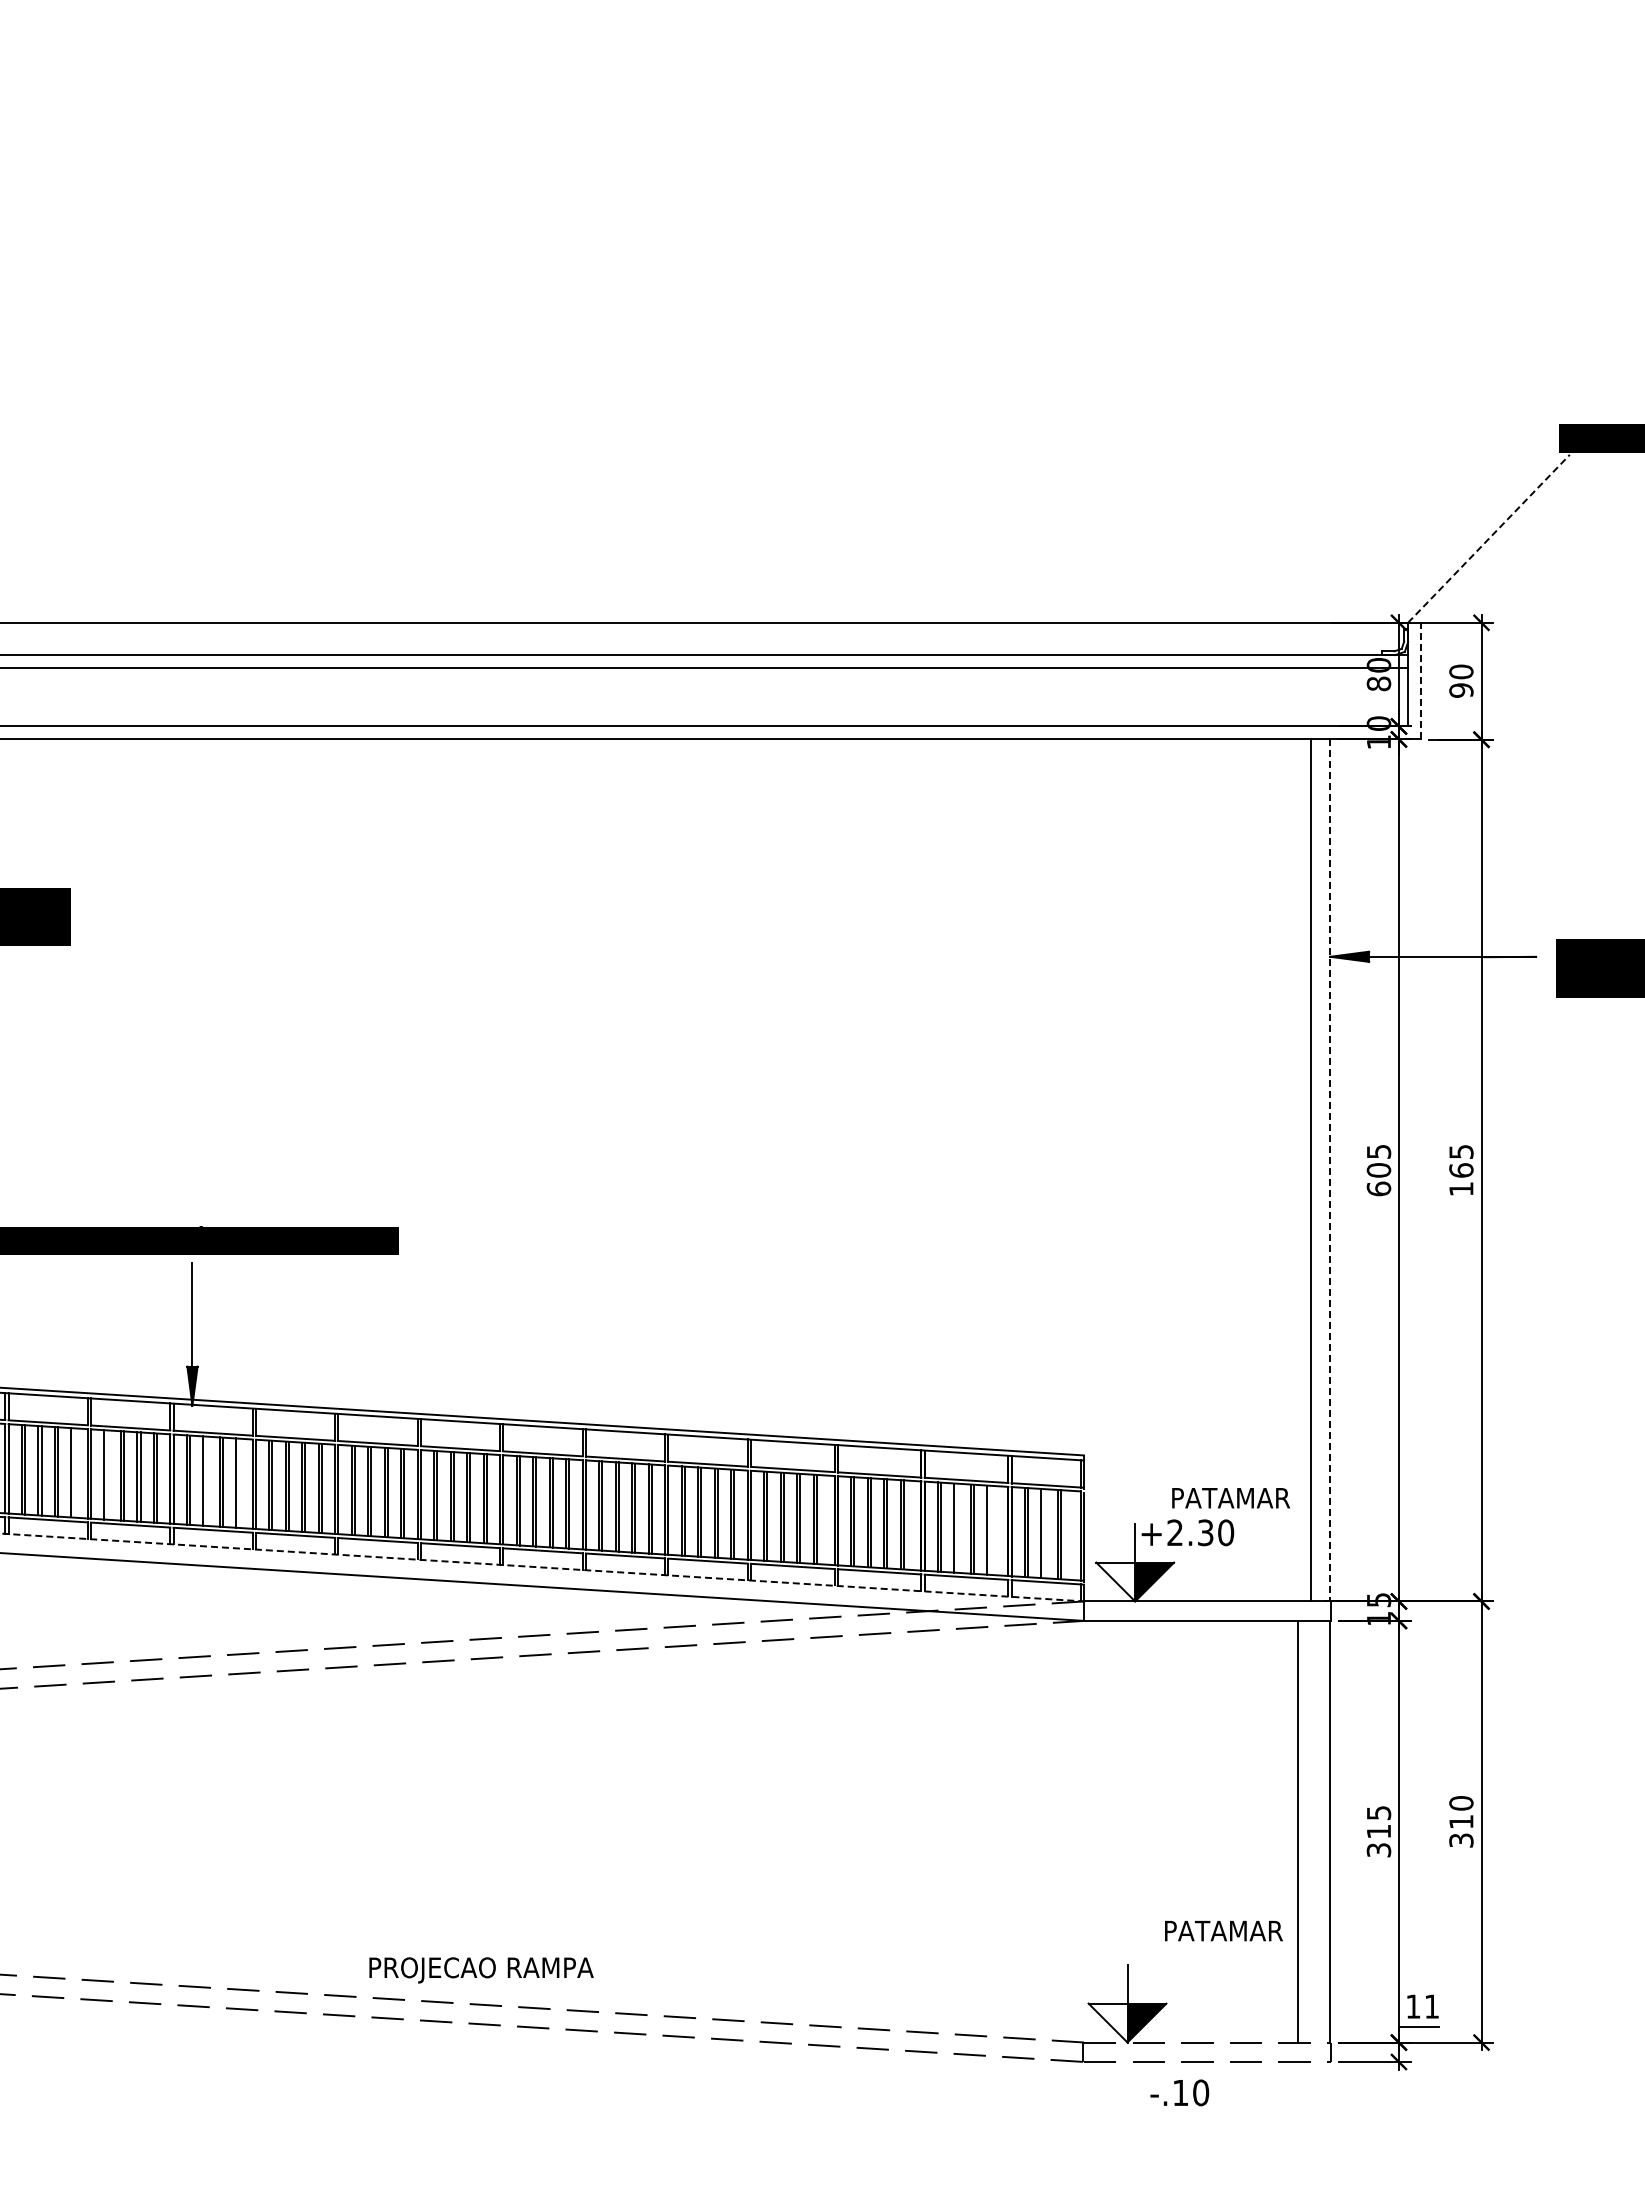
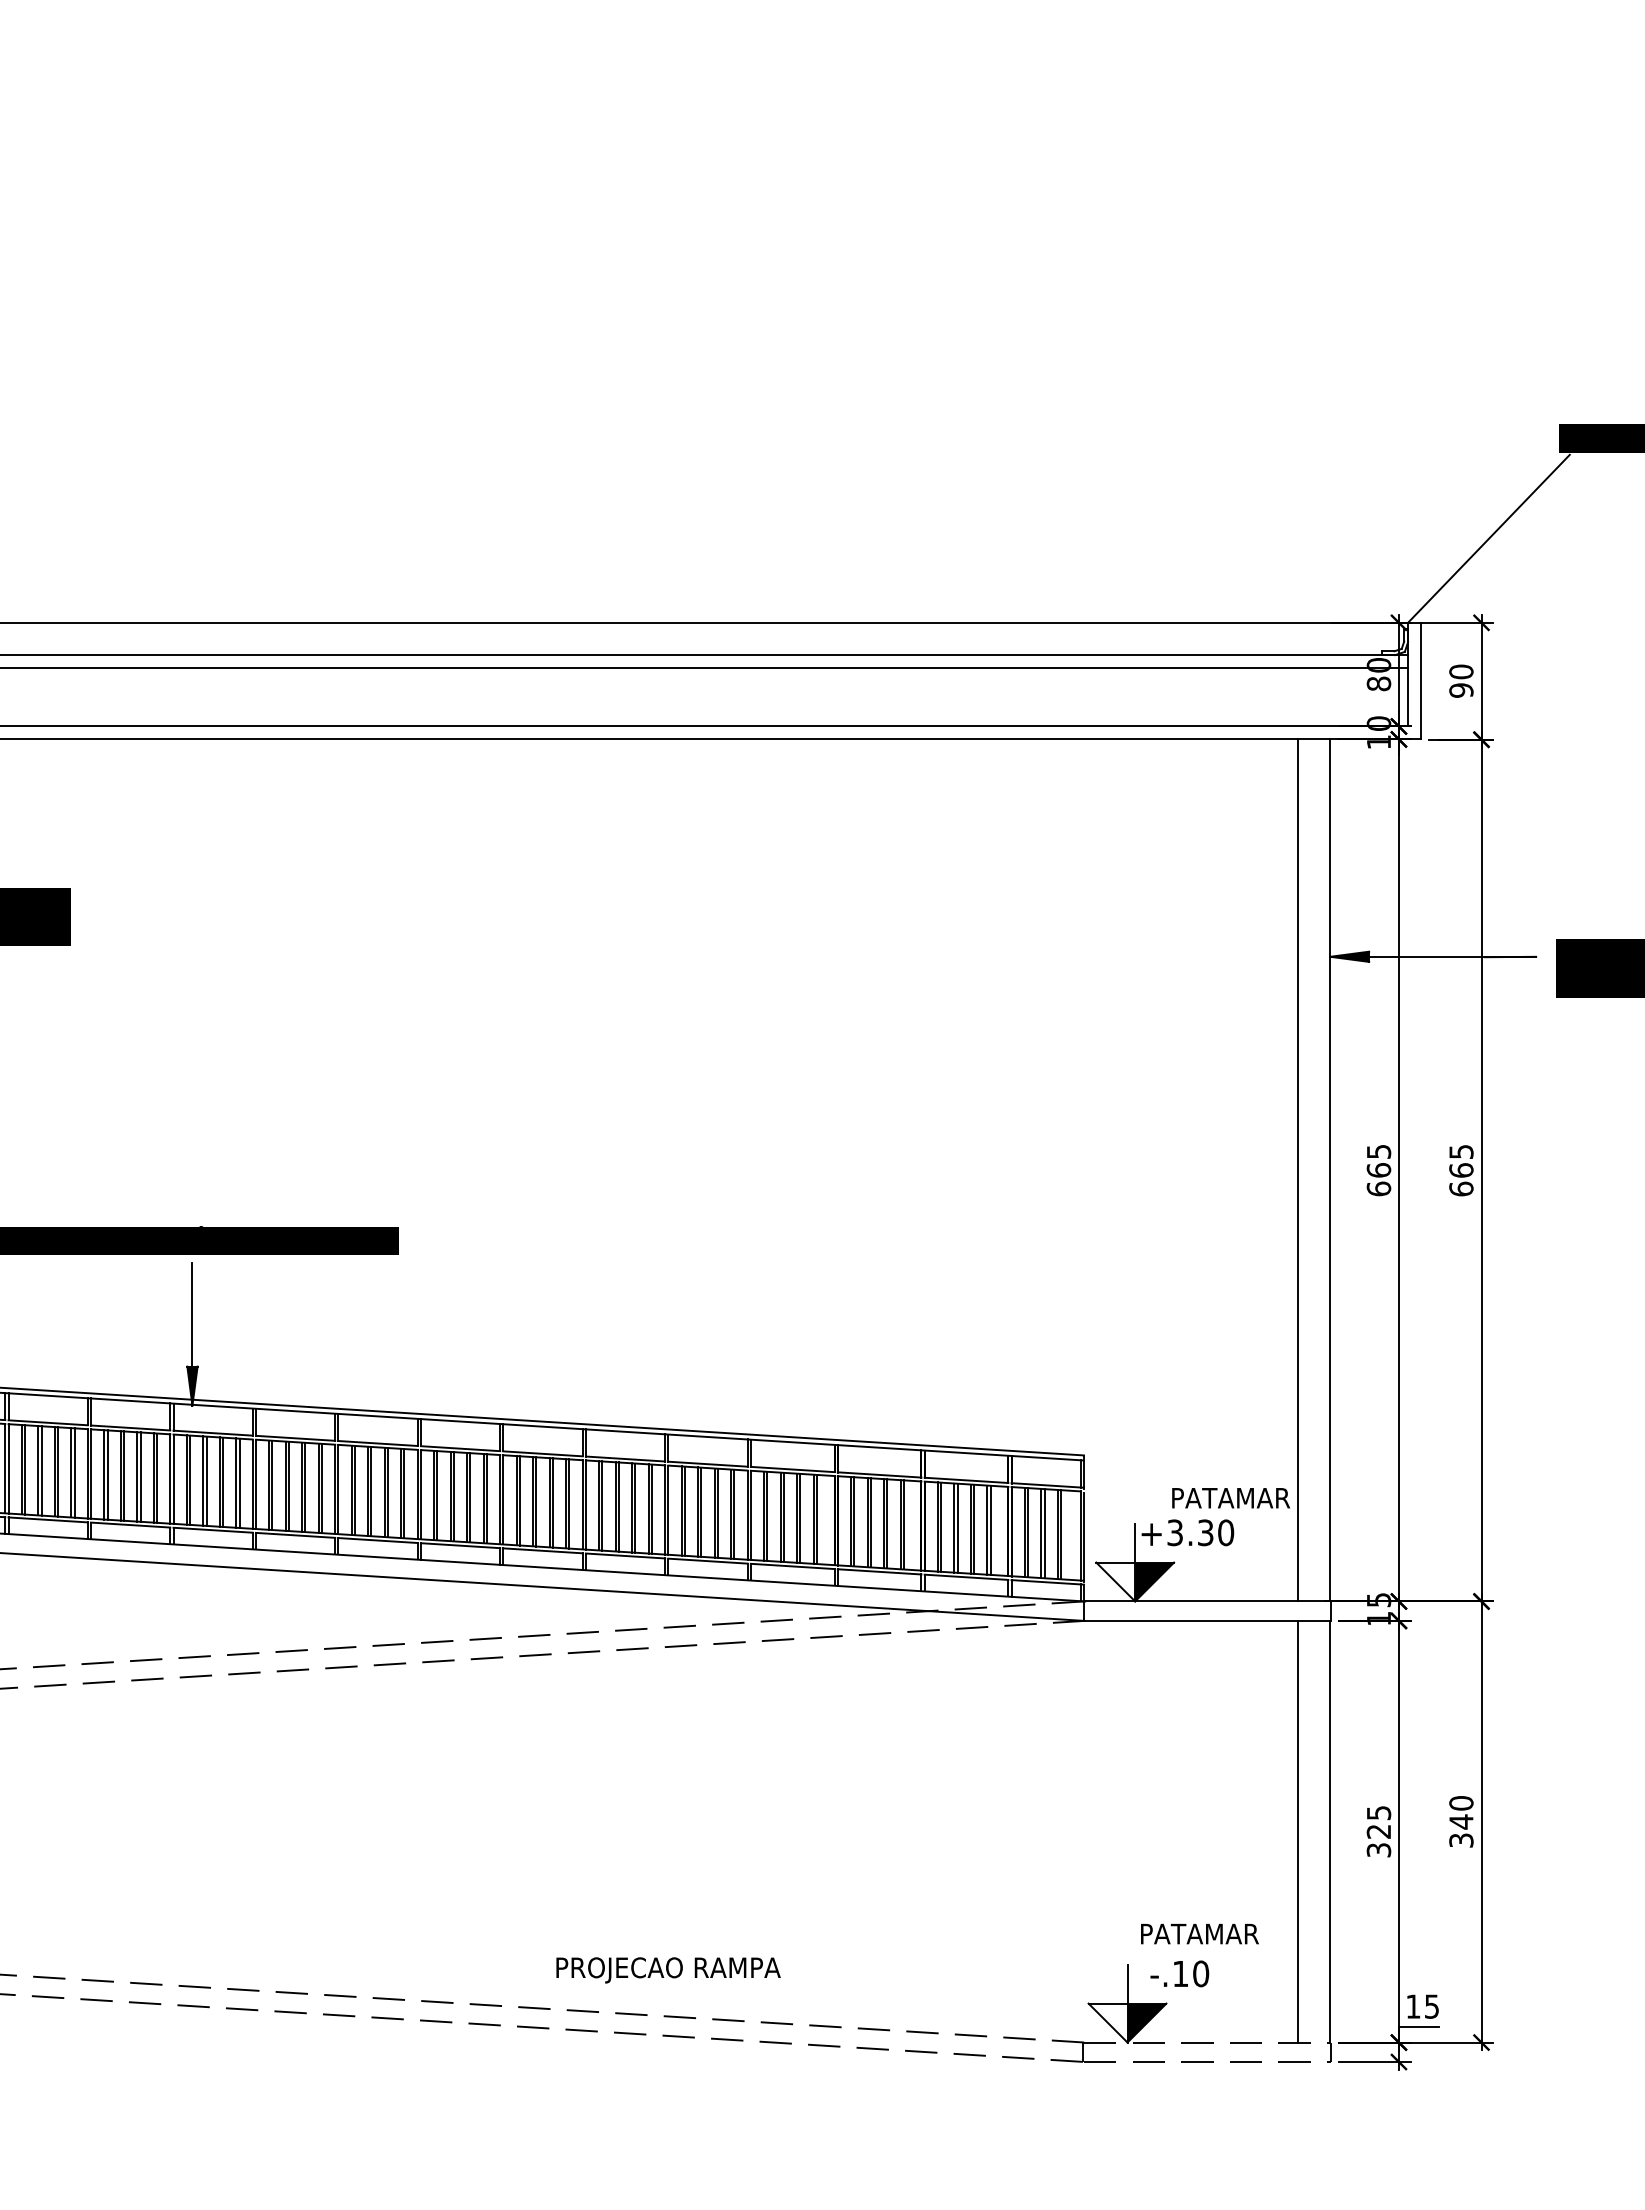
line at (1488, 538): dashed -> solid
line at (1421, 680): dashed -> solid
line at (1310, 1170) position: (1310, 1170) -> (1297, 1170)
line at (1330, 1170): dashed -> solid
text at (1378, 1170): 605 -> 665
text at (1461, 1188): 165 -> 665
line at (74, 1472): none -> present
line at (107, 1474): none -> present
line at (206, 1480): none -> present
line at (239, 1482): none -> present
line at (957, 1527): none -> present
line at (990, 1529): none -> present
text at (1174, 1532): +2.30 -> +3.30
line at (1044, 1533): none -> present
line at (542, 1567): dashed -> solid
text at (1461, 1821): 310 -> 340
text at (1378, 1831): 315 -> 325
text at (1223, 1931) position: (1223, 1931) -> (1199, 1934)
text at (481, 1970) position: (481, 1970) -> (668, 1970)
text at (1431, 2006): 11 -> 15
text at (1179, 2092) position: (1179, 2092) -> (1179, 1973)
